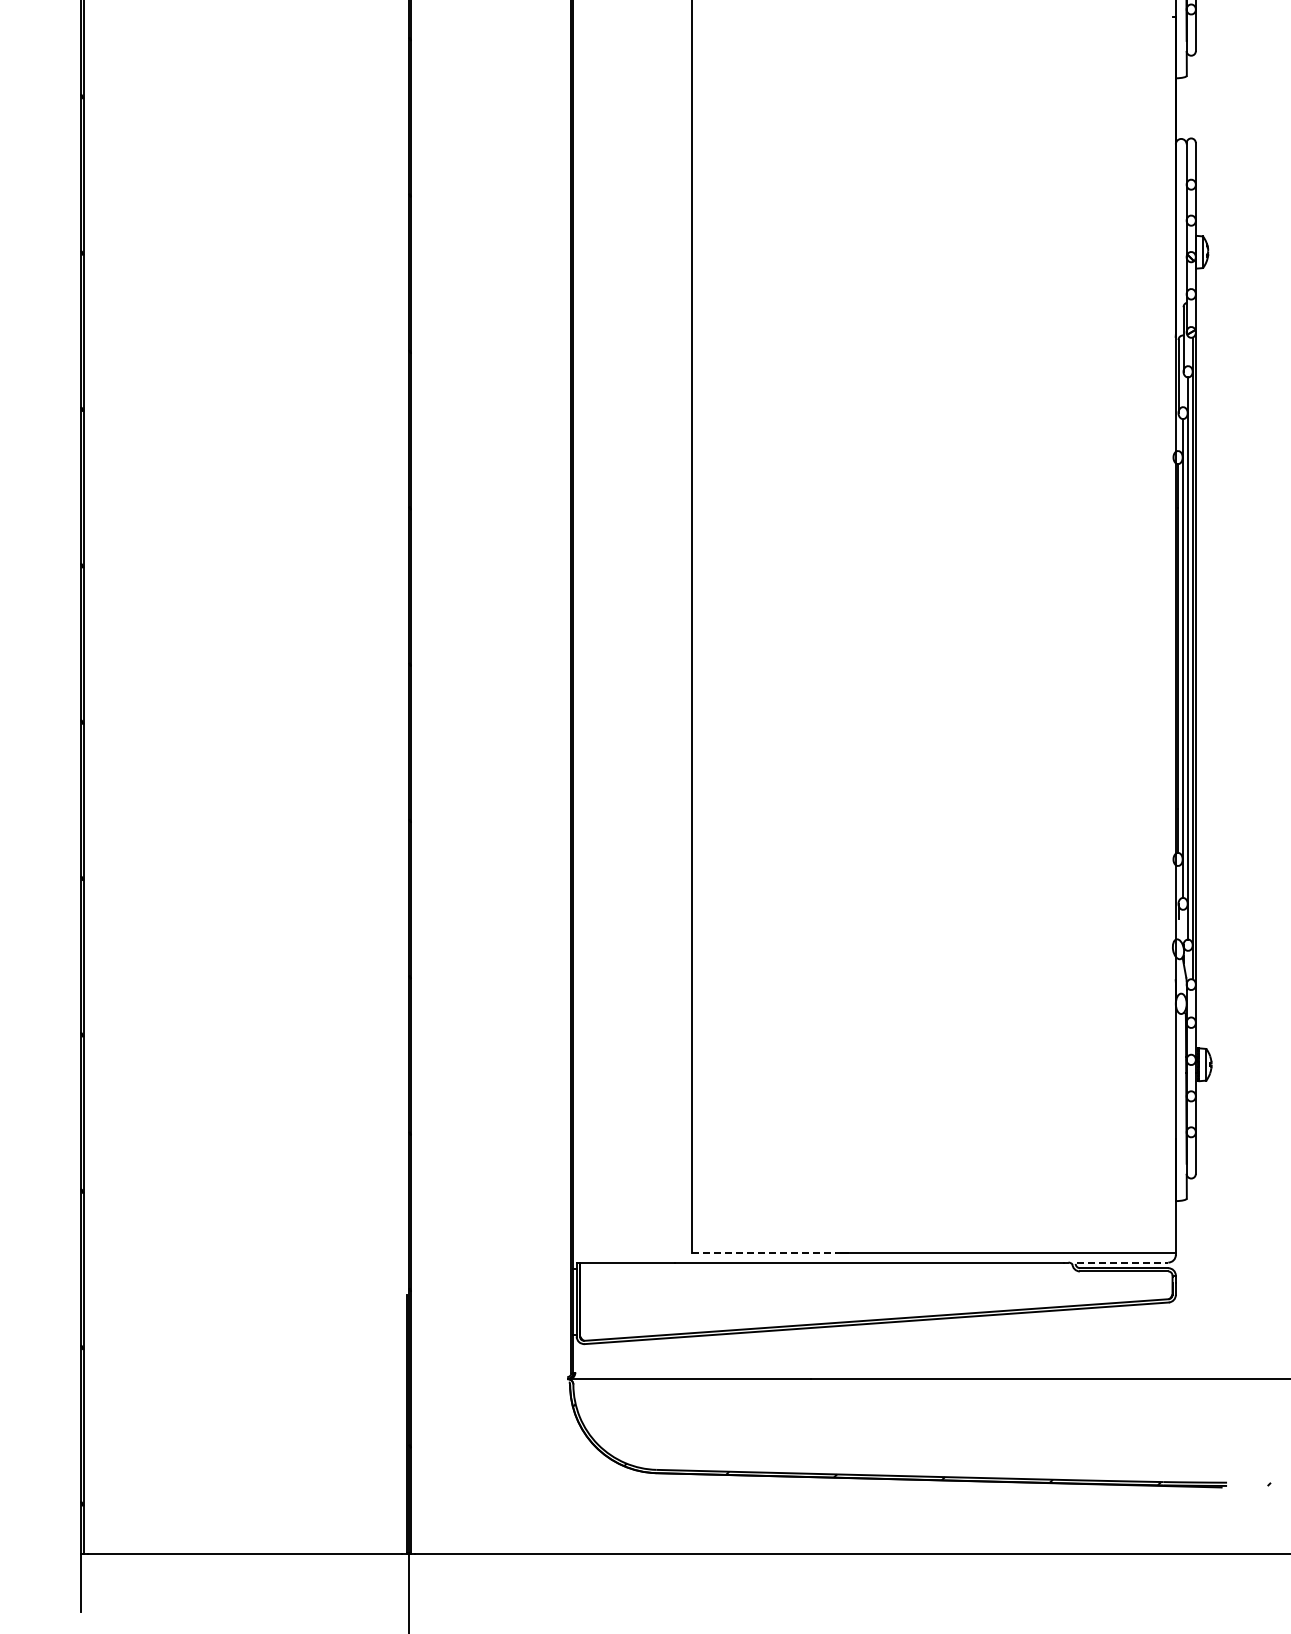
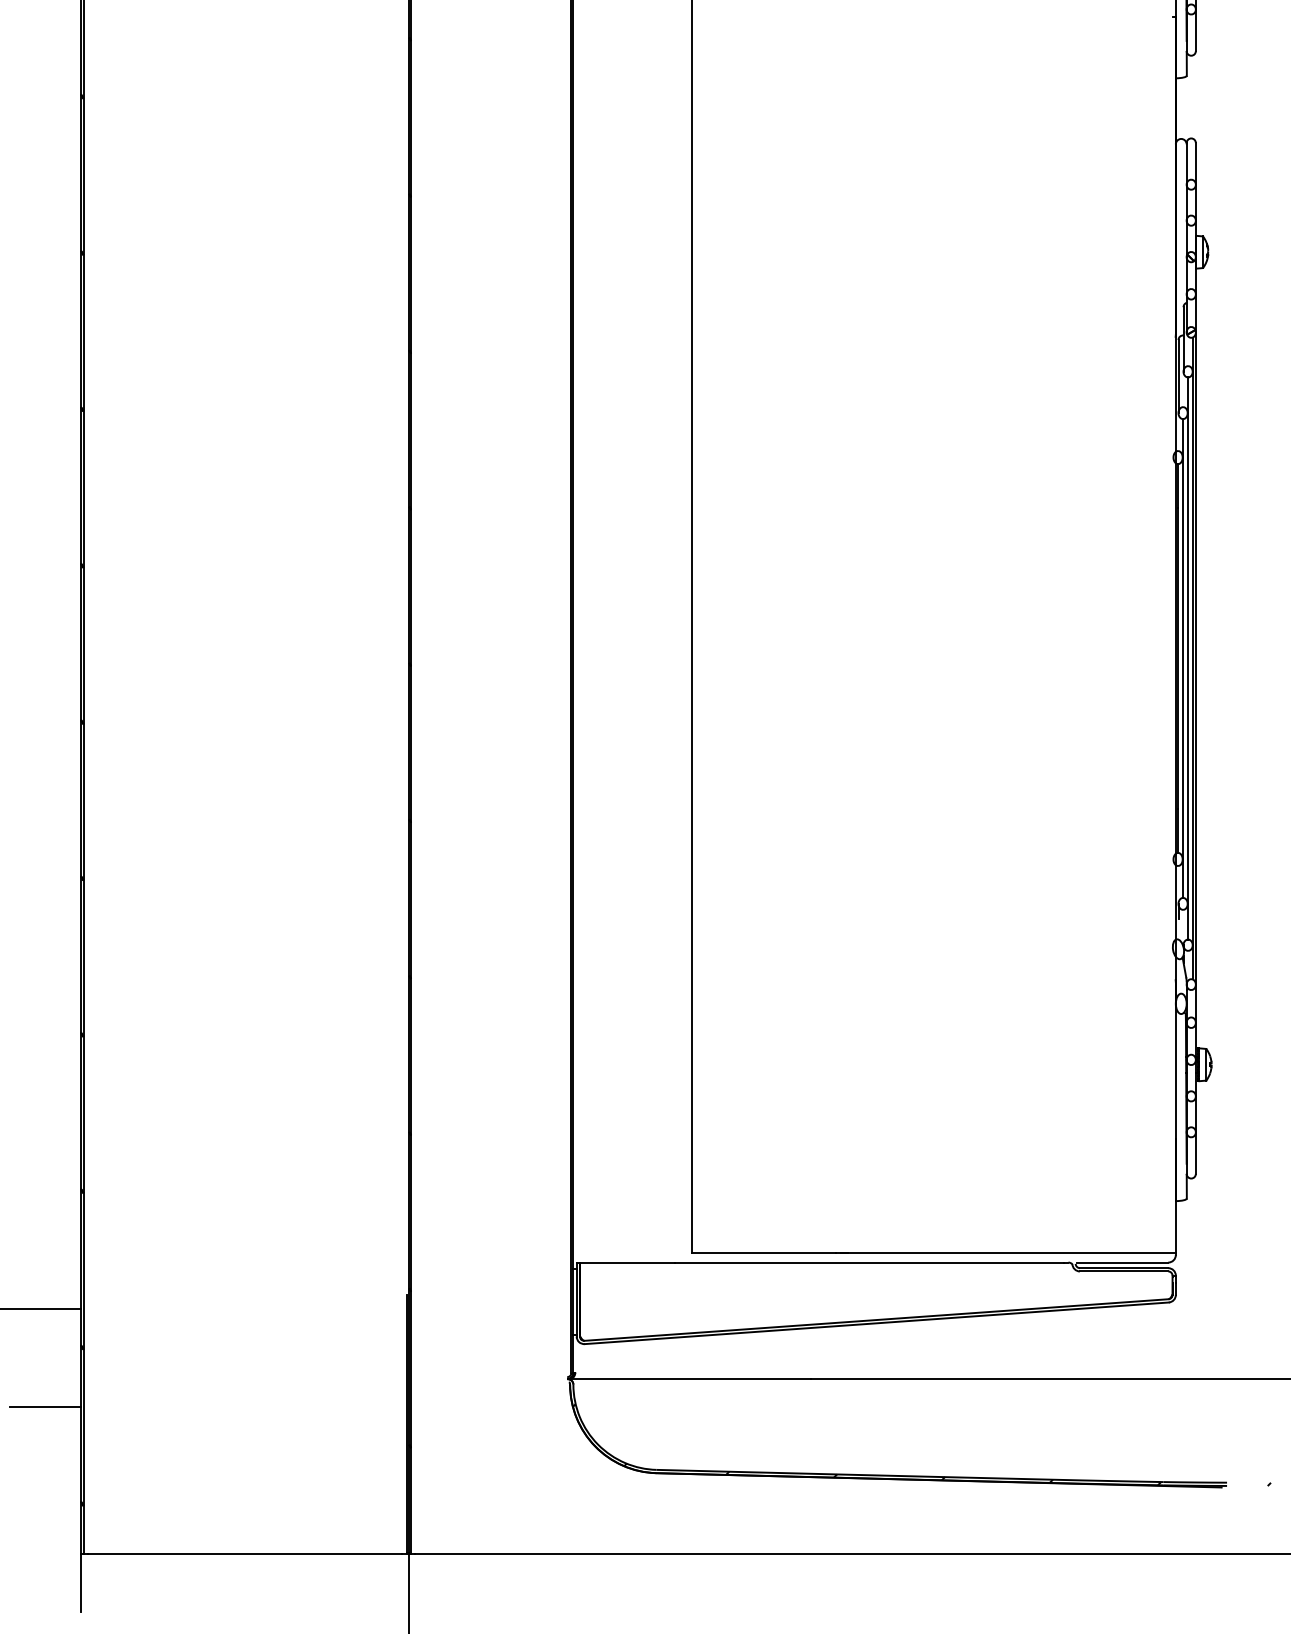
line at (764, 1252): dashed -> solid
line at (1123, 1262): dashed -> solid
line at (41, 1308): none -> present
line at (44, 1407): none -> present
